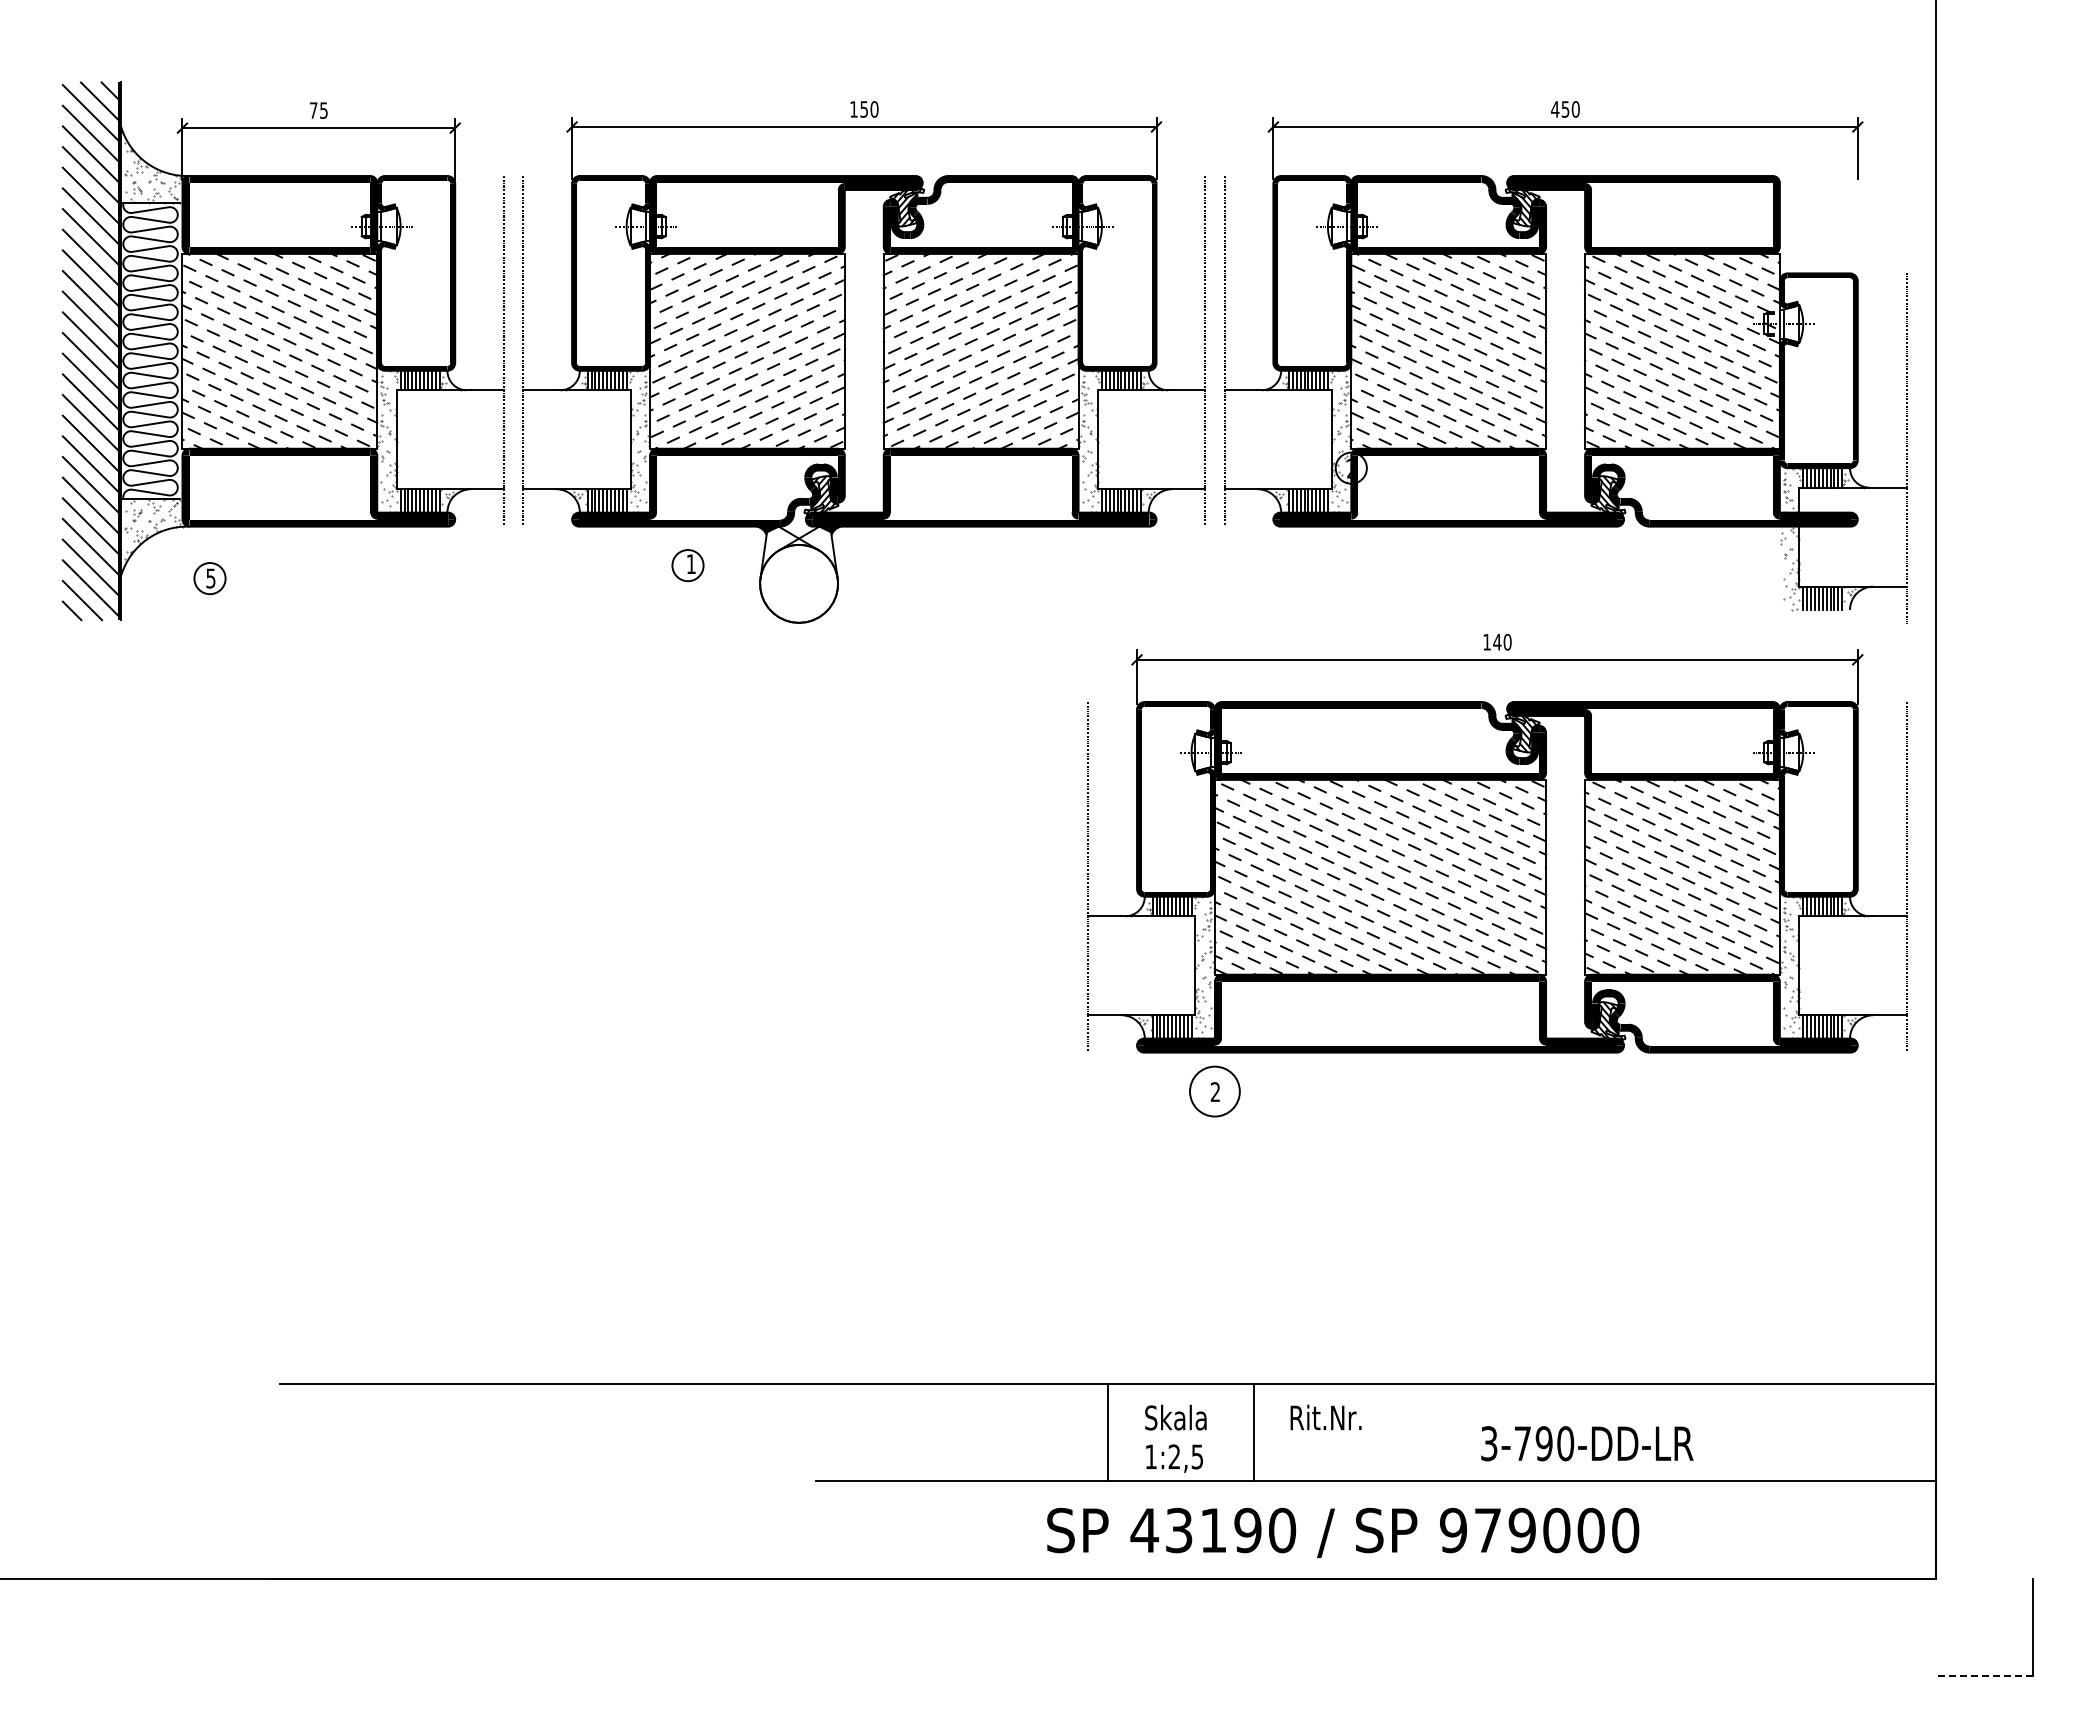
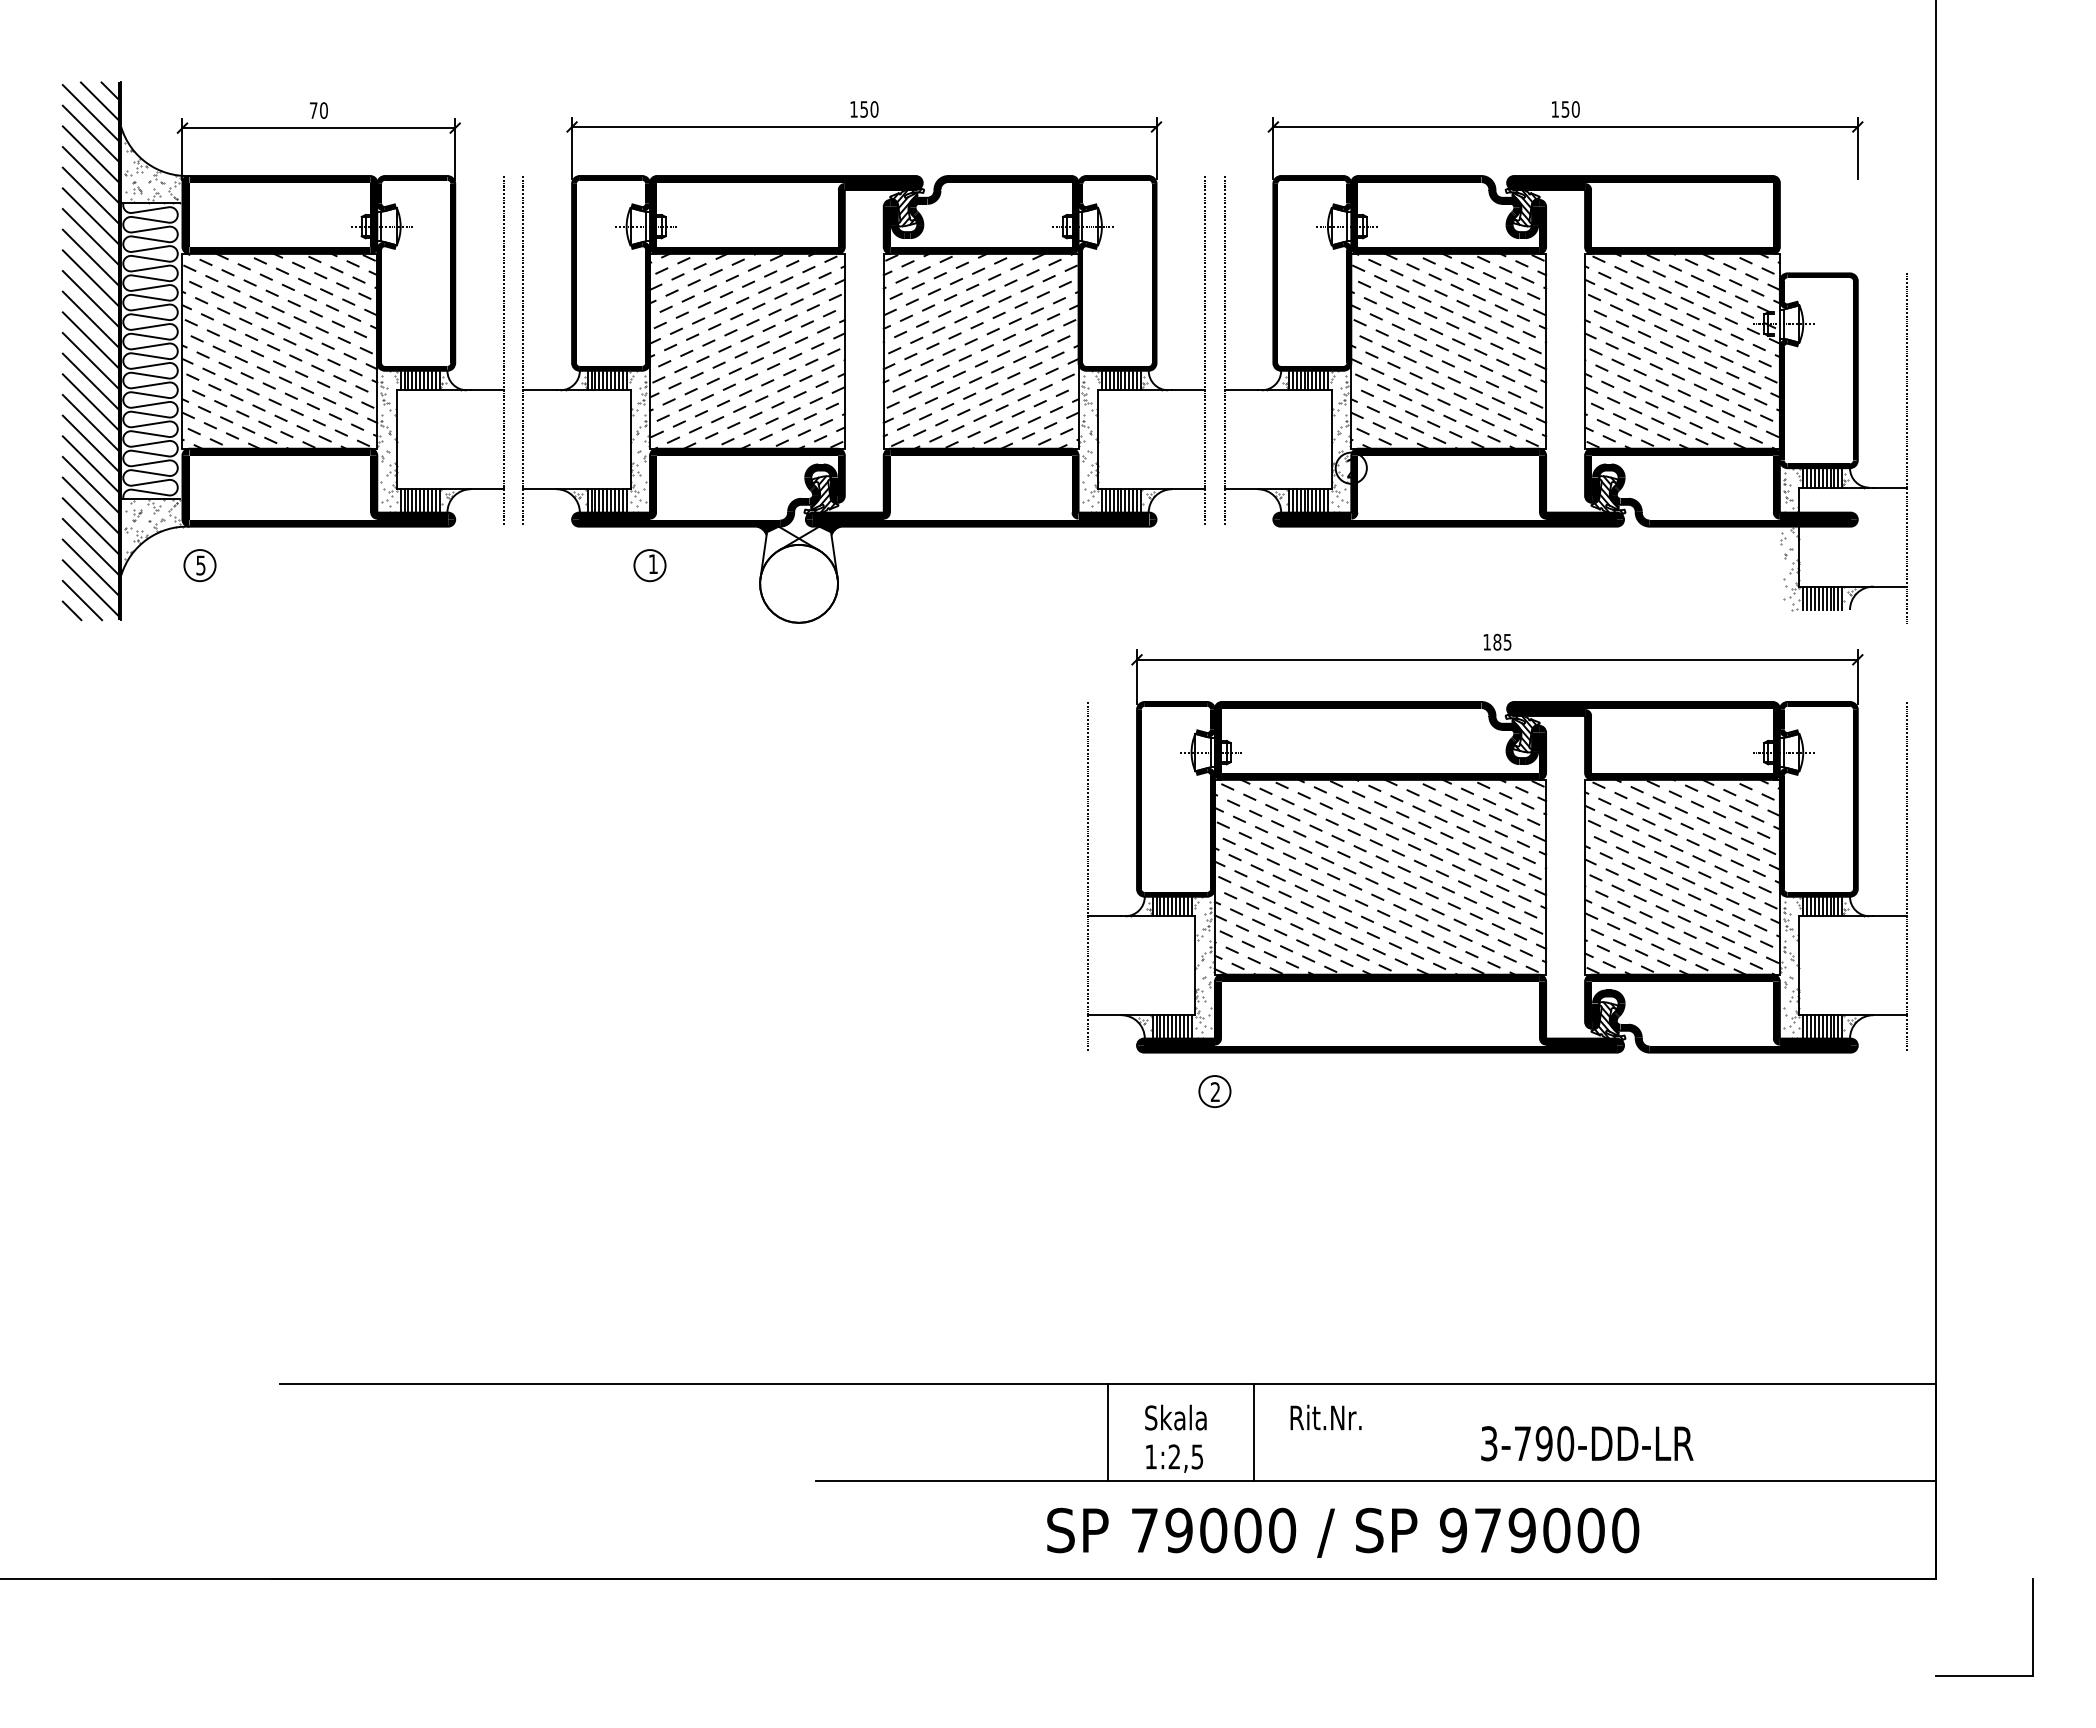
text at (1555, 109): 450 -> 150
text at (323, 110): 75 -> 70
part at (687, 565) position: (687, 565) -> (649, 565)
part at (209, 578) position: (209, 578) -> (199, 565)
text at (1502, 641): 140 -> 185
circle at (1214, 1091) diameter: 50 px -> 31 px
text at (1195, 1530): 43190 -> 79000
line at (1984, 1675): dashed -> solid
